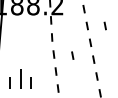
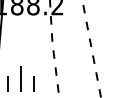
line at (104, 25): present -> none
line at (72, 55): present -> none
part at (20, 78) size: 23x20 px -> 28x26 px
